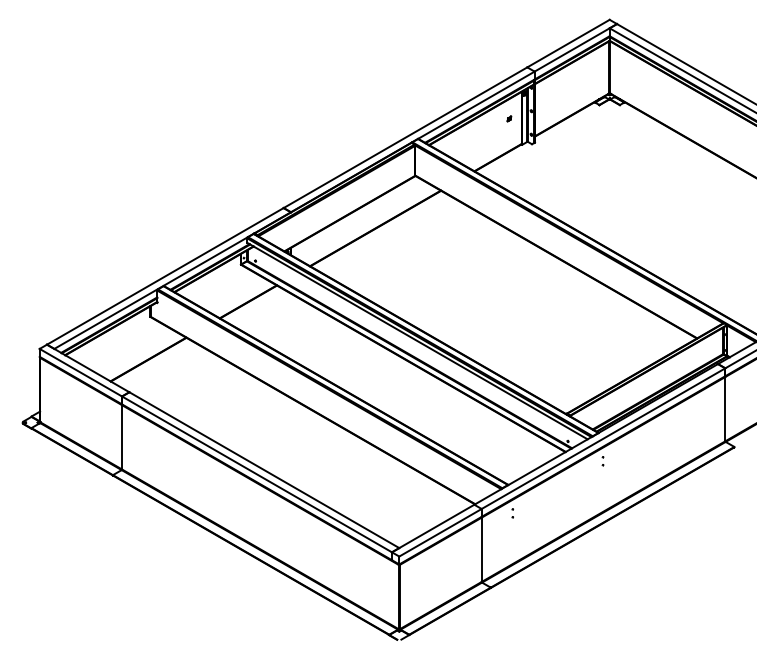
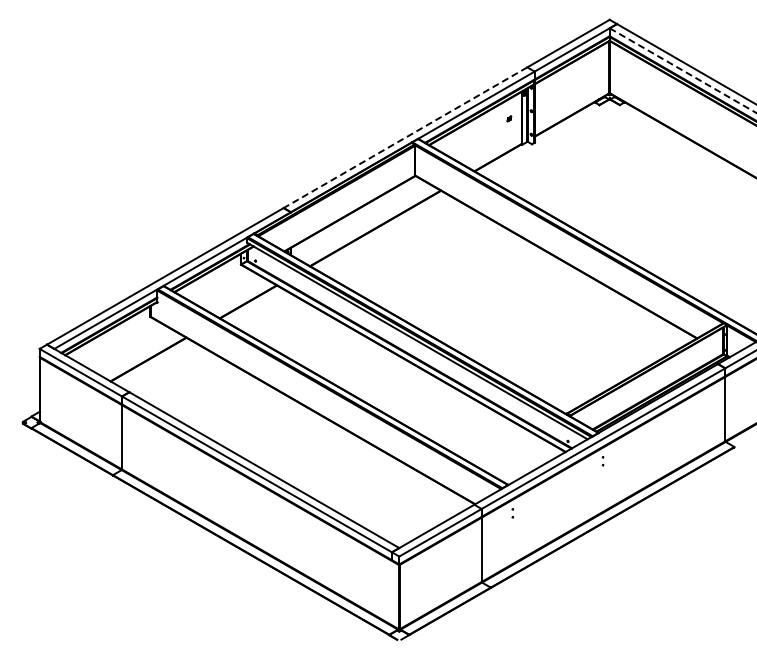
line at (683, 70): solid -> dashed
line at (405, 137): solid -> dashed
